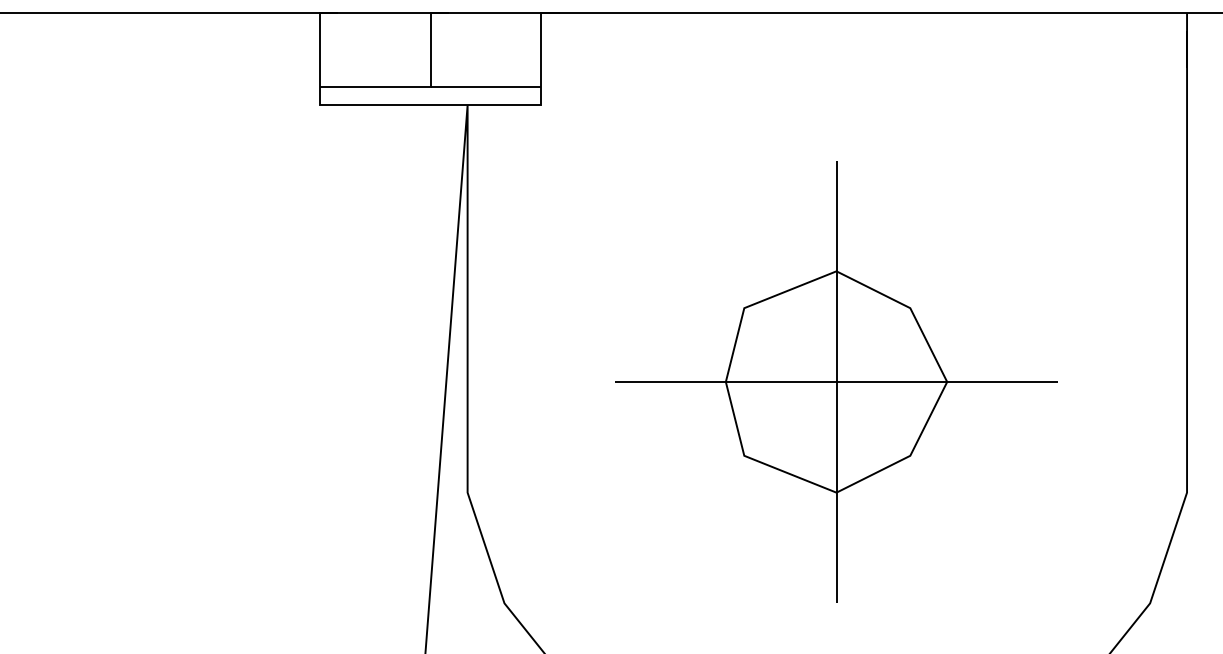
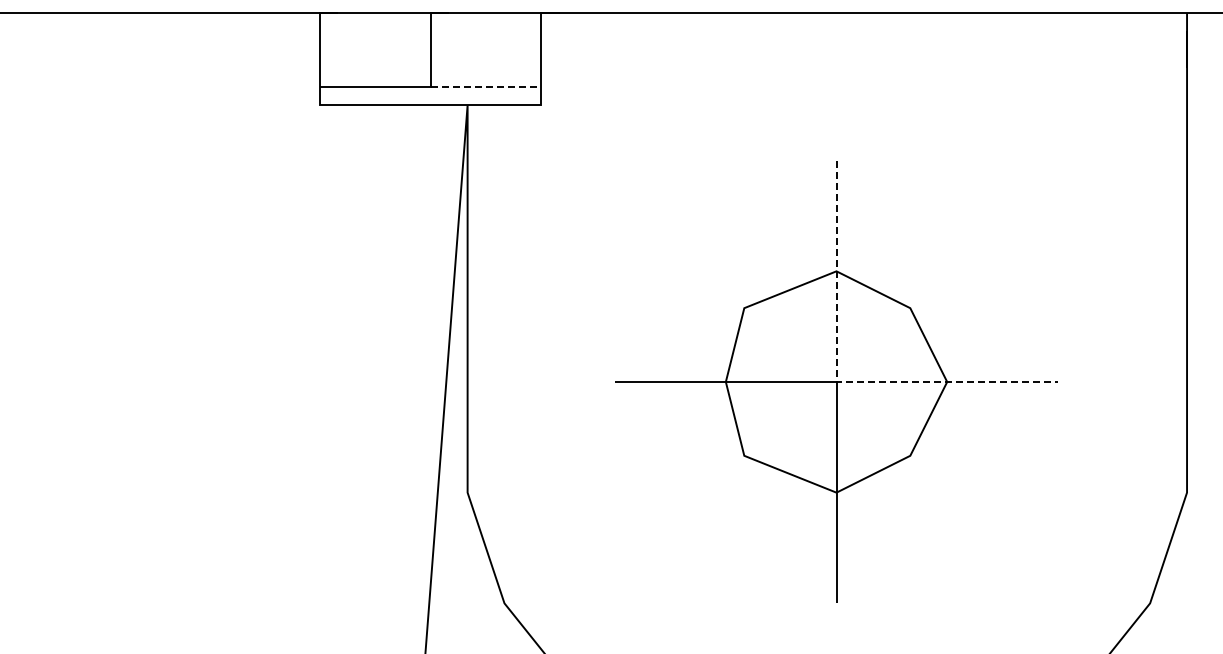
line at (486, 86): solid -> dashed
line at (836, 381): solid -> dashed
